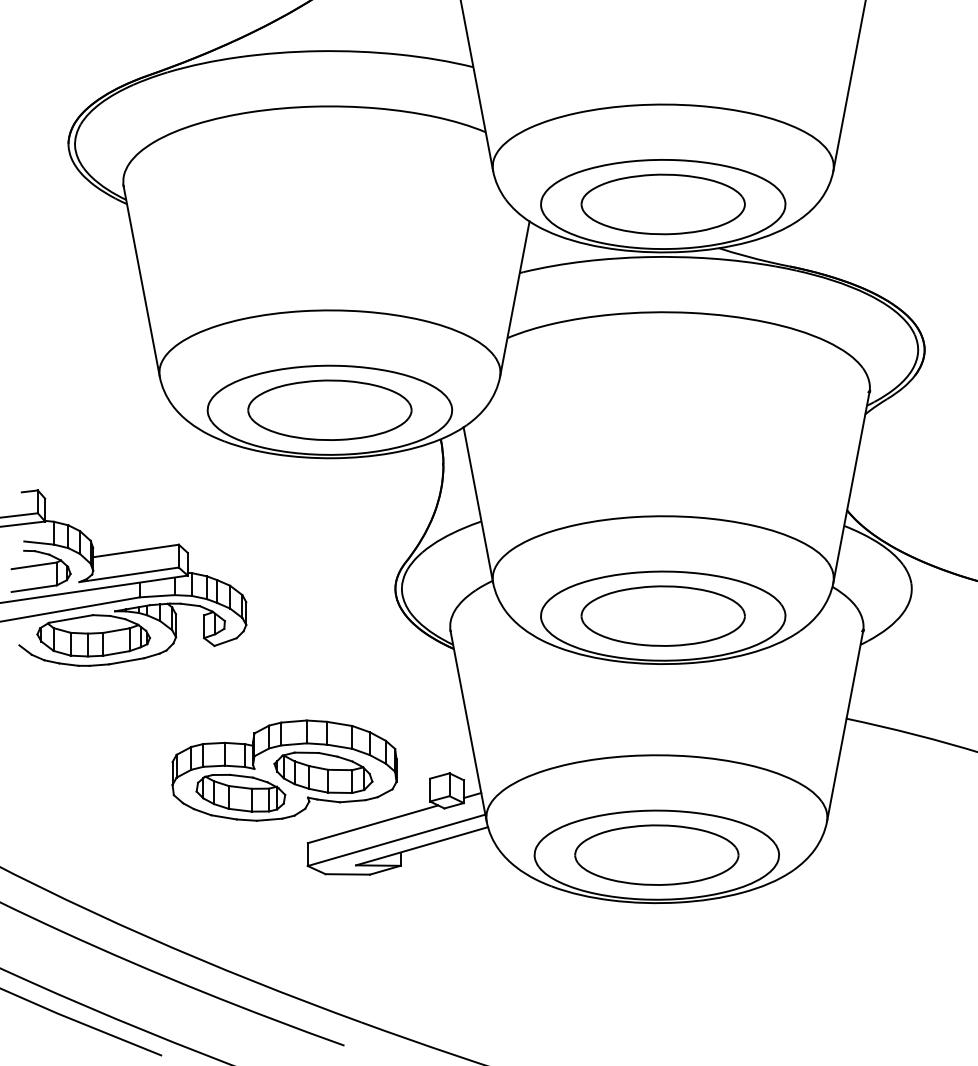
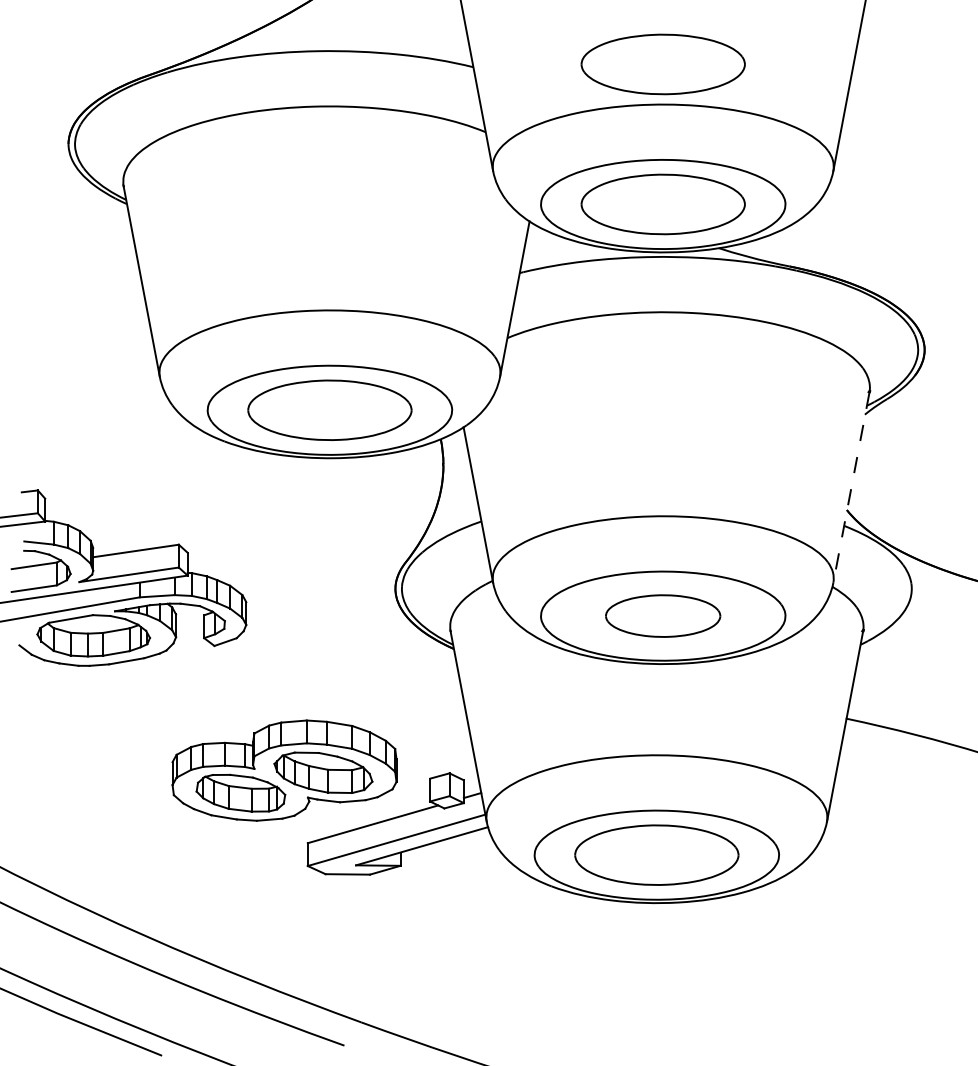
part at (662, 64): none -> present
line at (851, 487): solid -> dashed
part at (662, 615) size: 166x62 px -> 117x44 px
